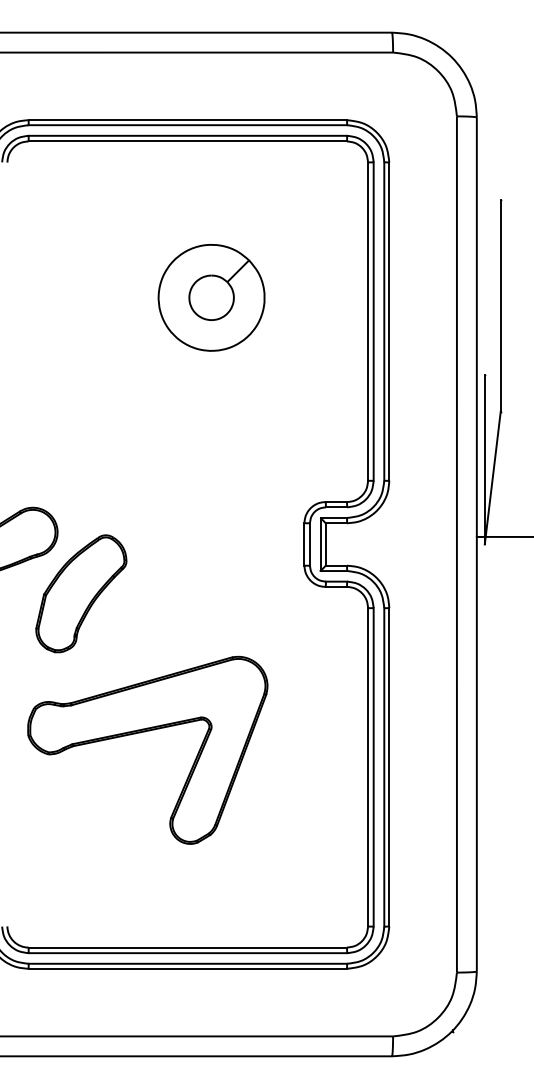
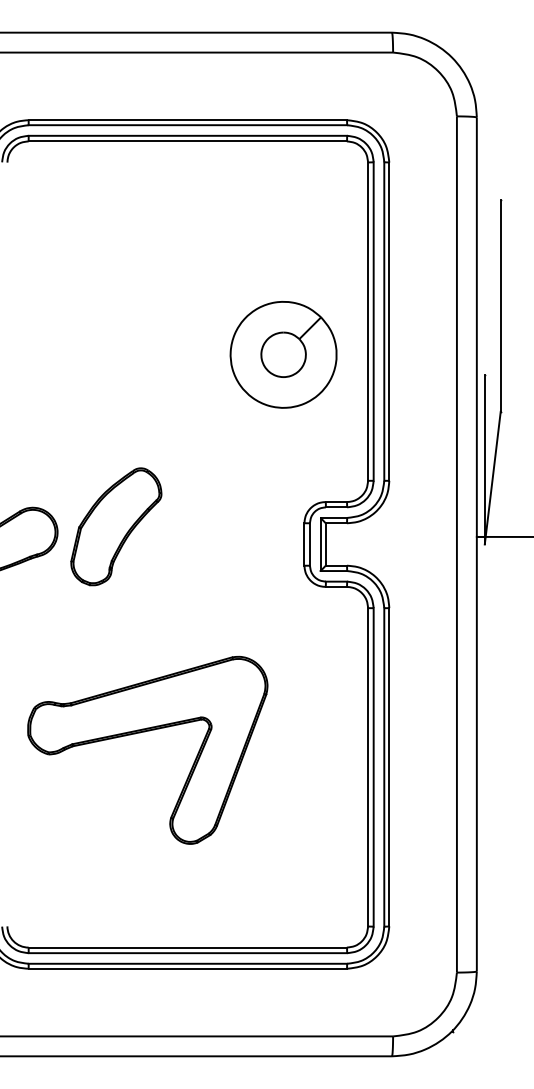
part at (211, 297) position: (211, 297) -> (283, 354)
part at (81, 593) position: (81, 593) -> (116, 526)
